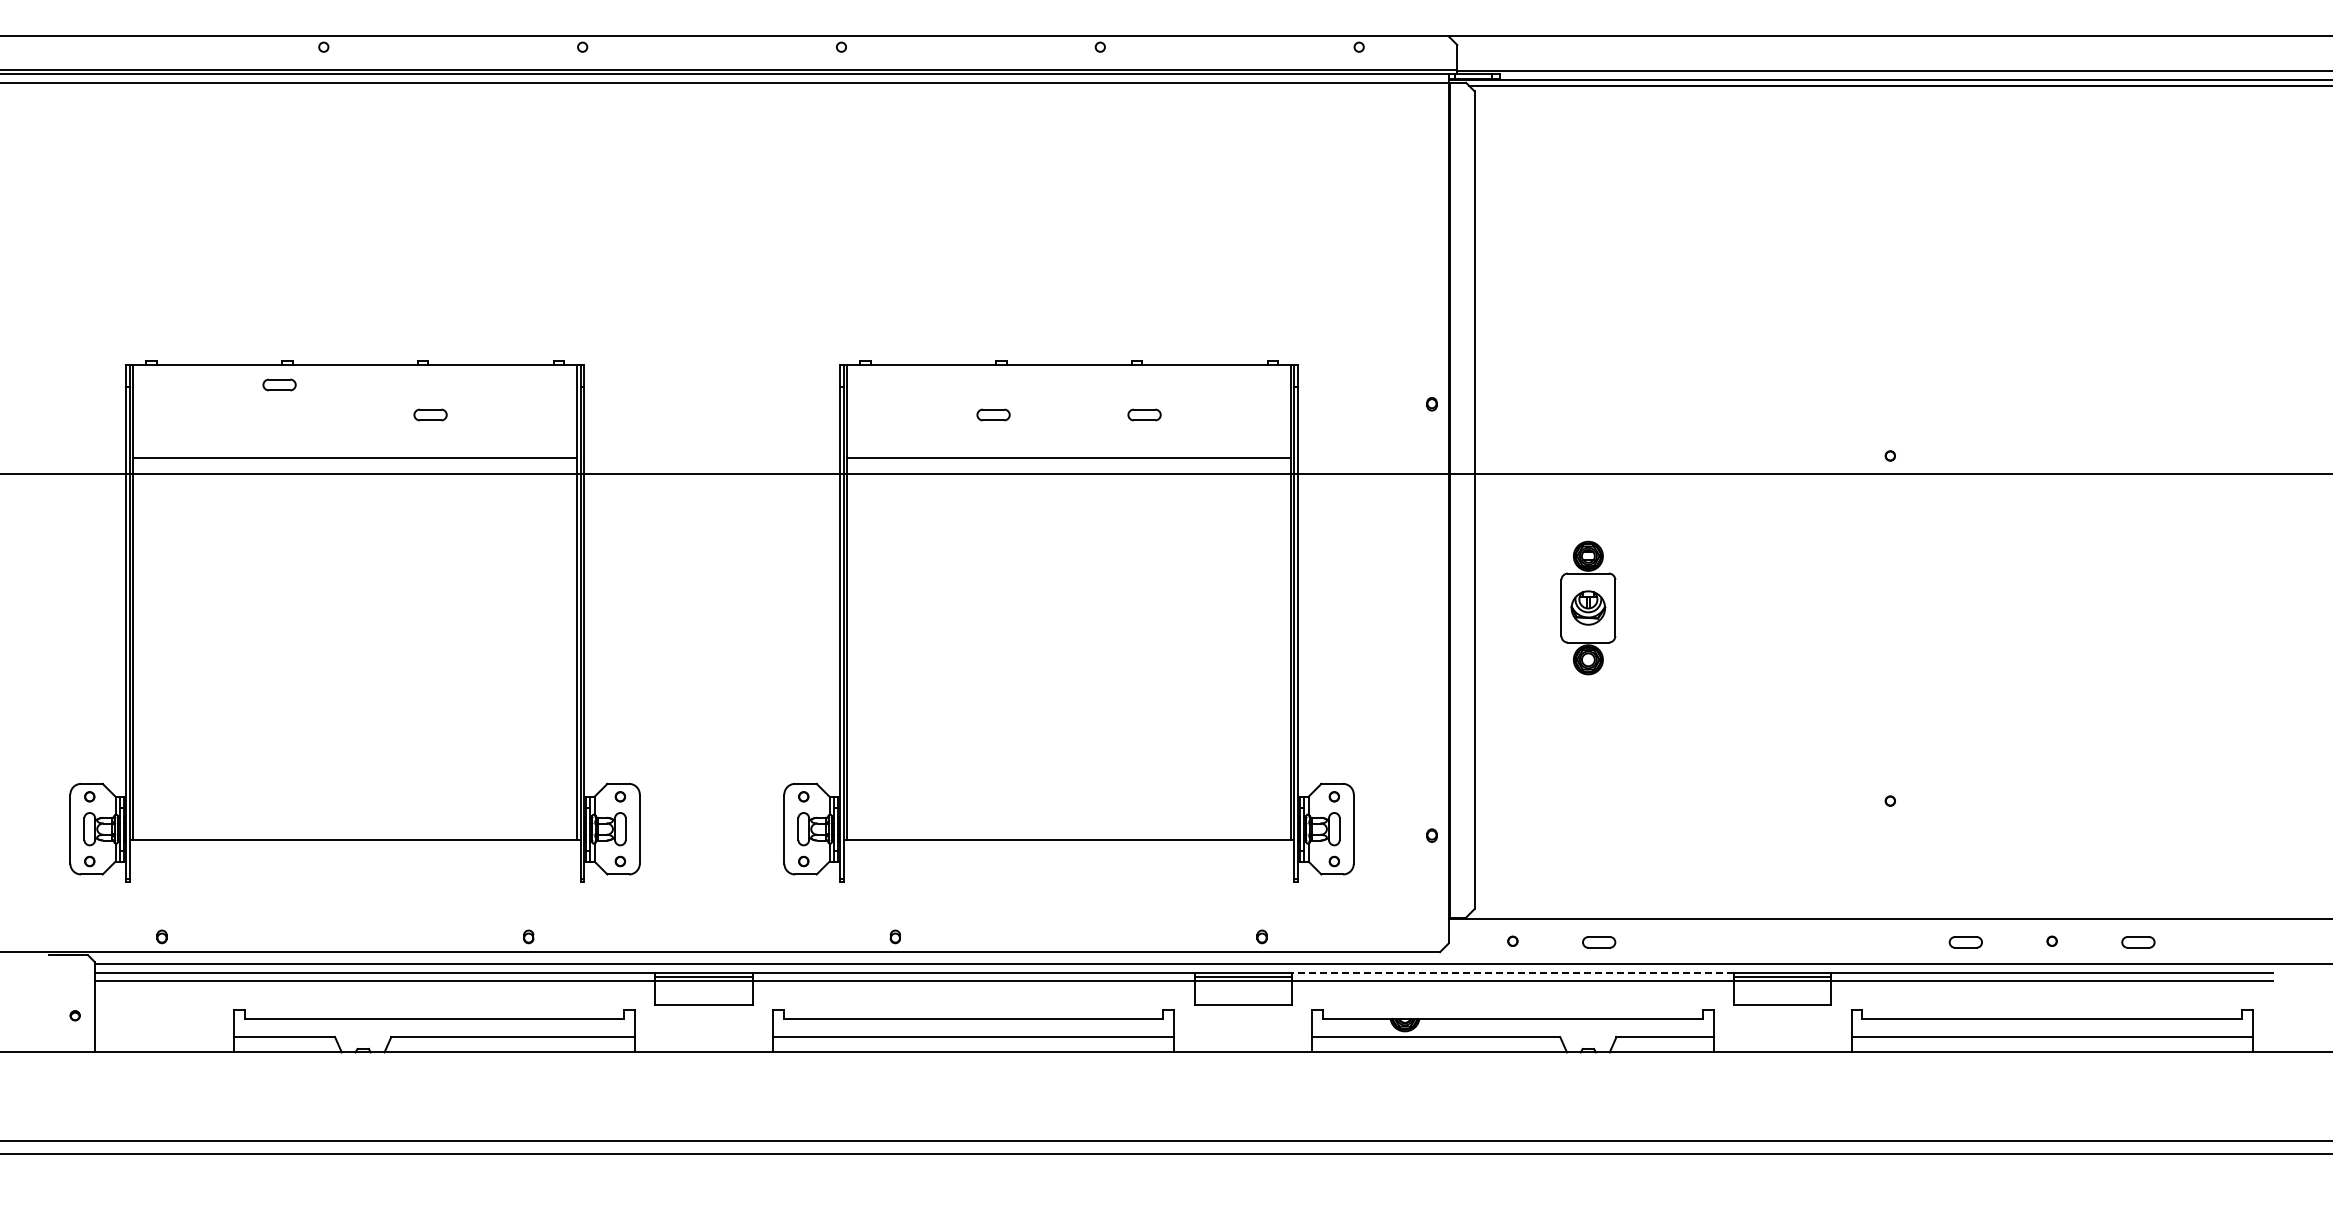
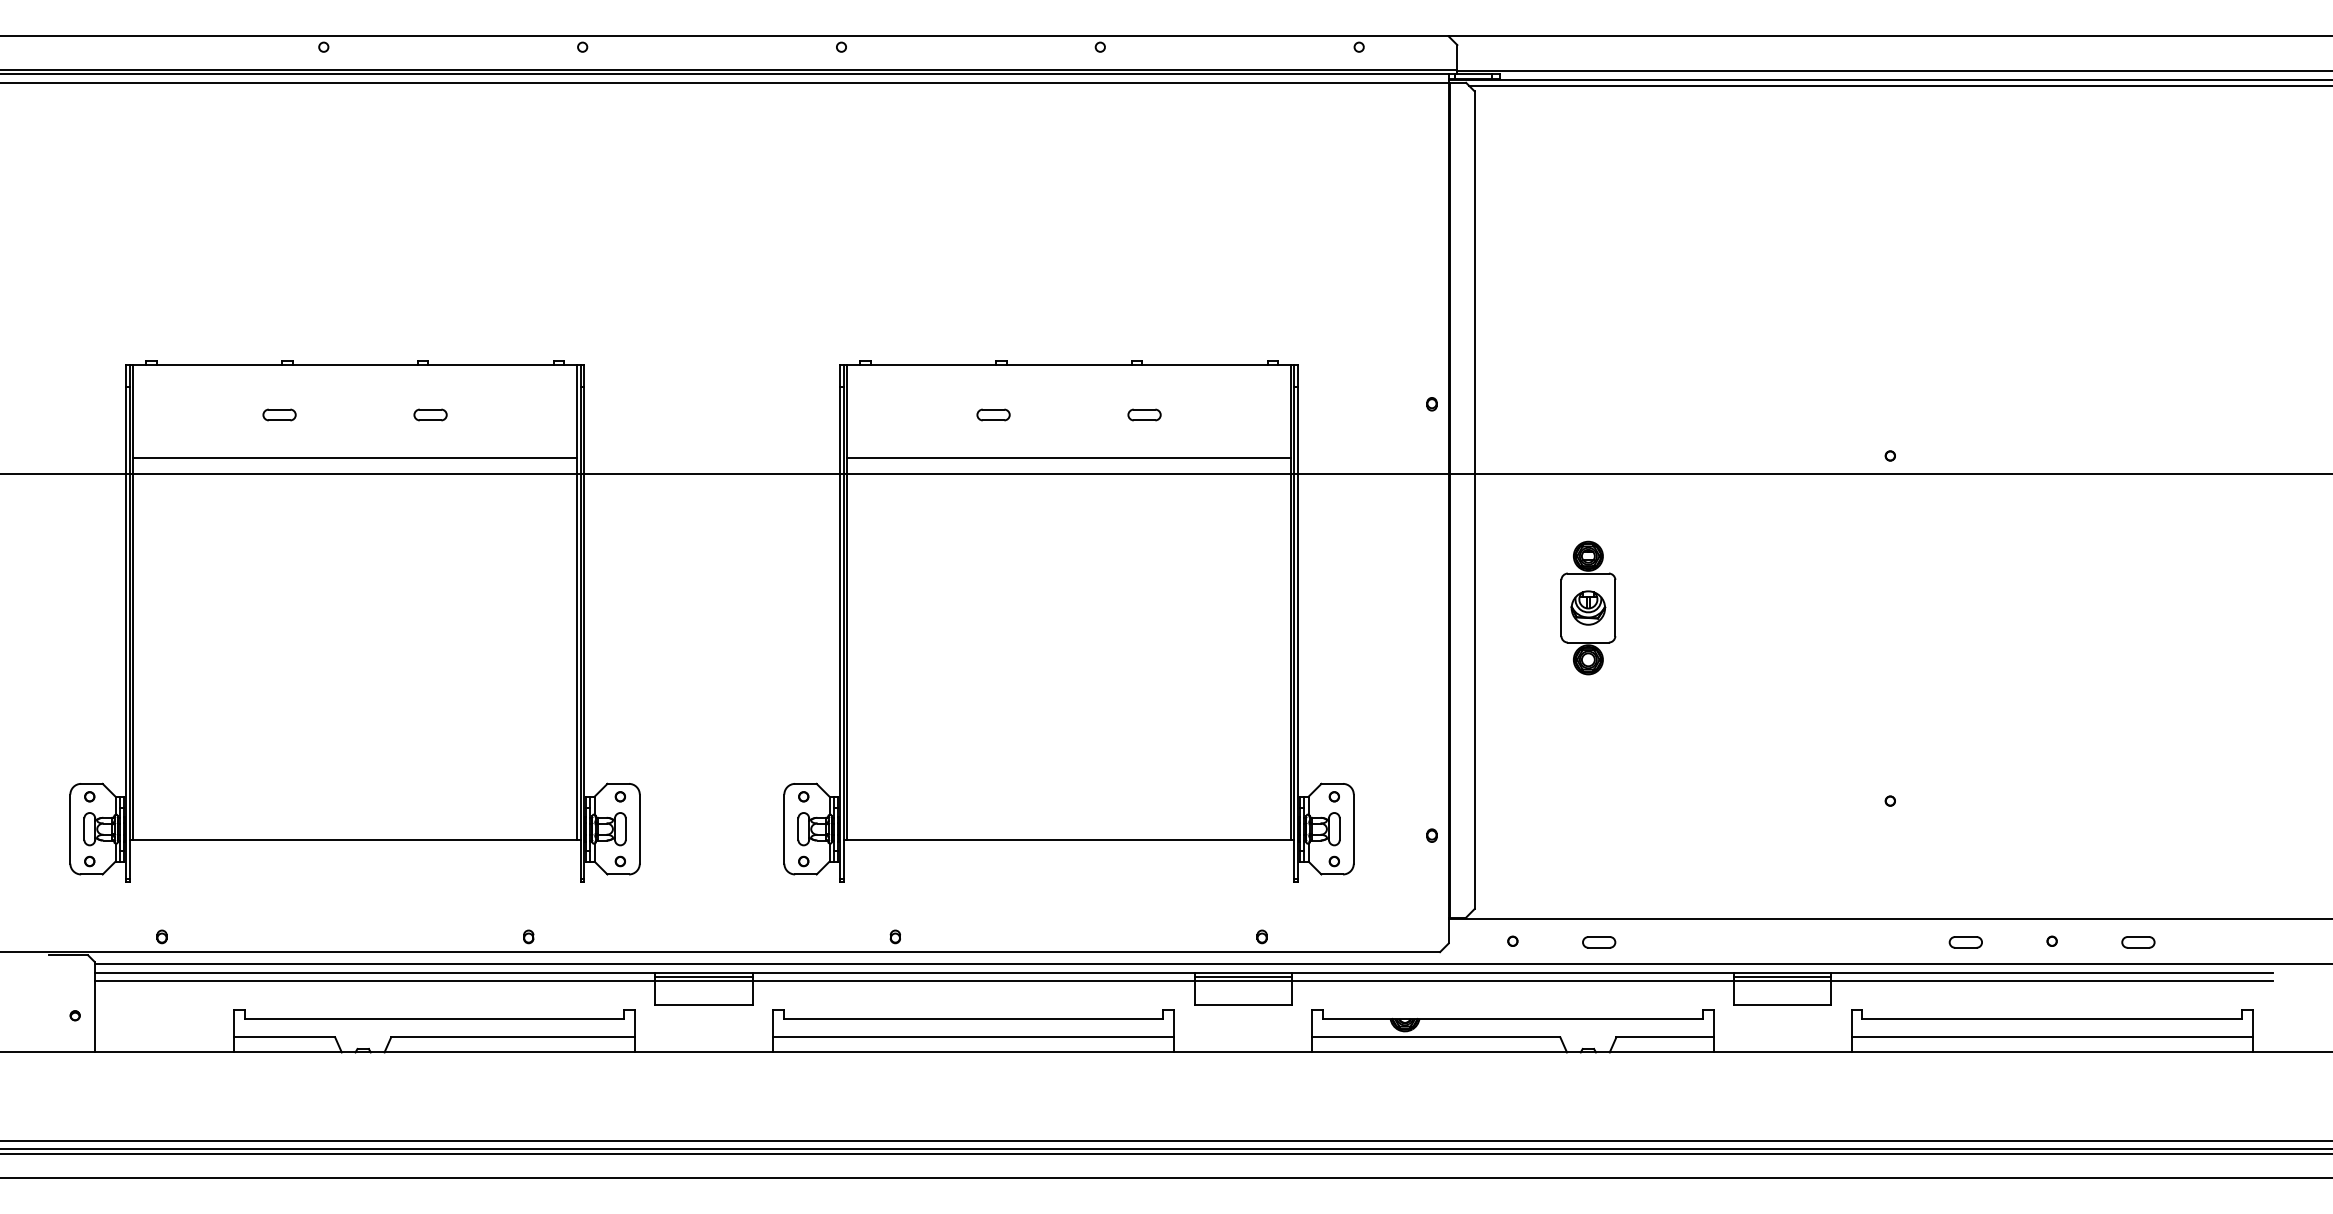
part at (279, 384) position: (279, 384) -> (279, 414)
line at (1512, 972): dashed -> solid
line at (1165, 1149): none -> present
line at (1165, 1177): none -> present
